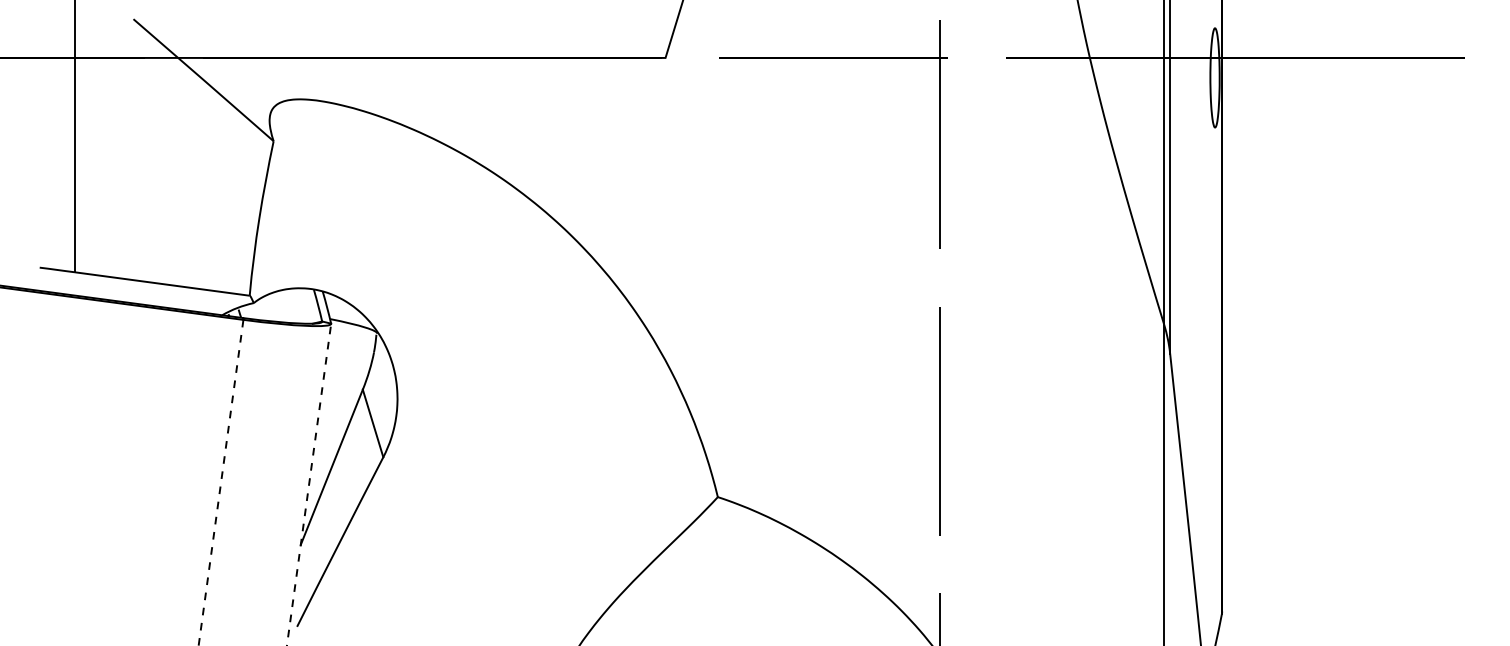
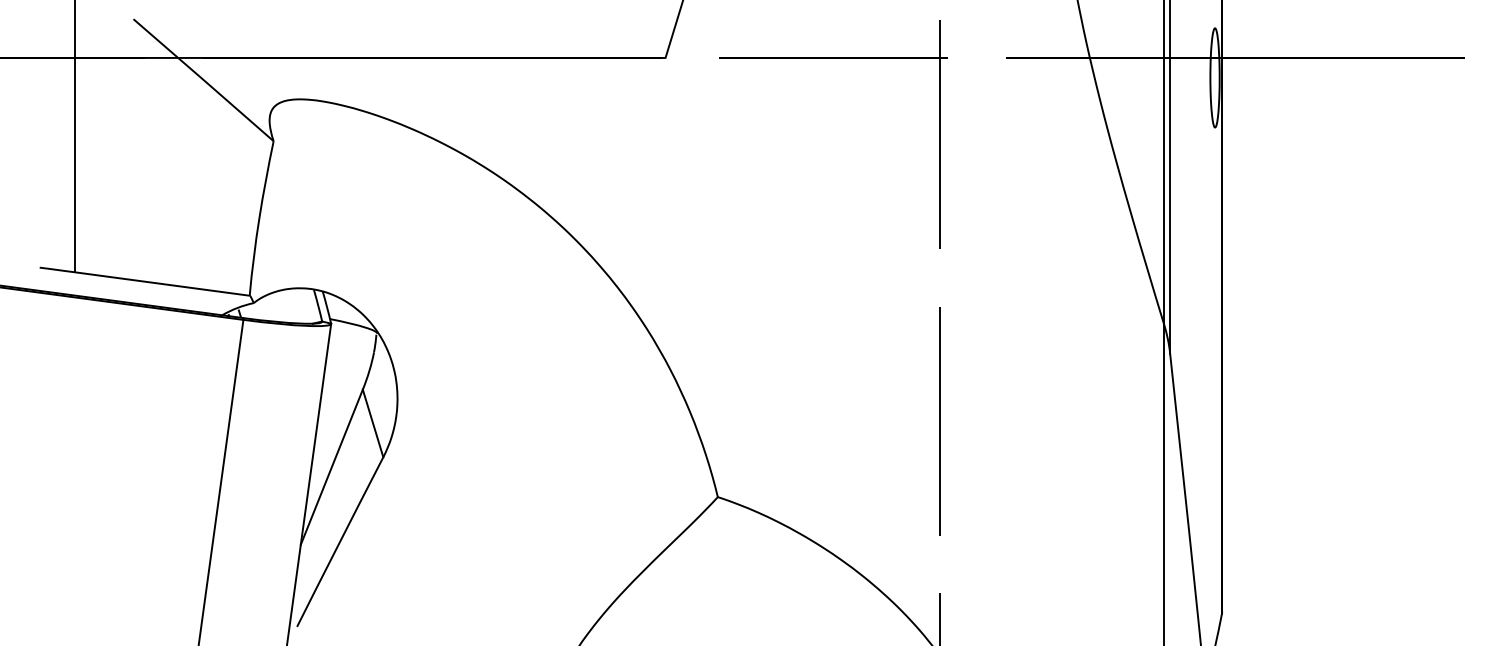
line at (221, 483): dashed -> solid
line at (309, 484): dashed -> solid
